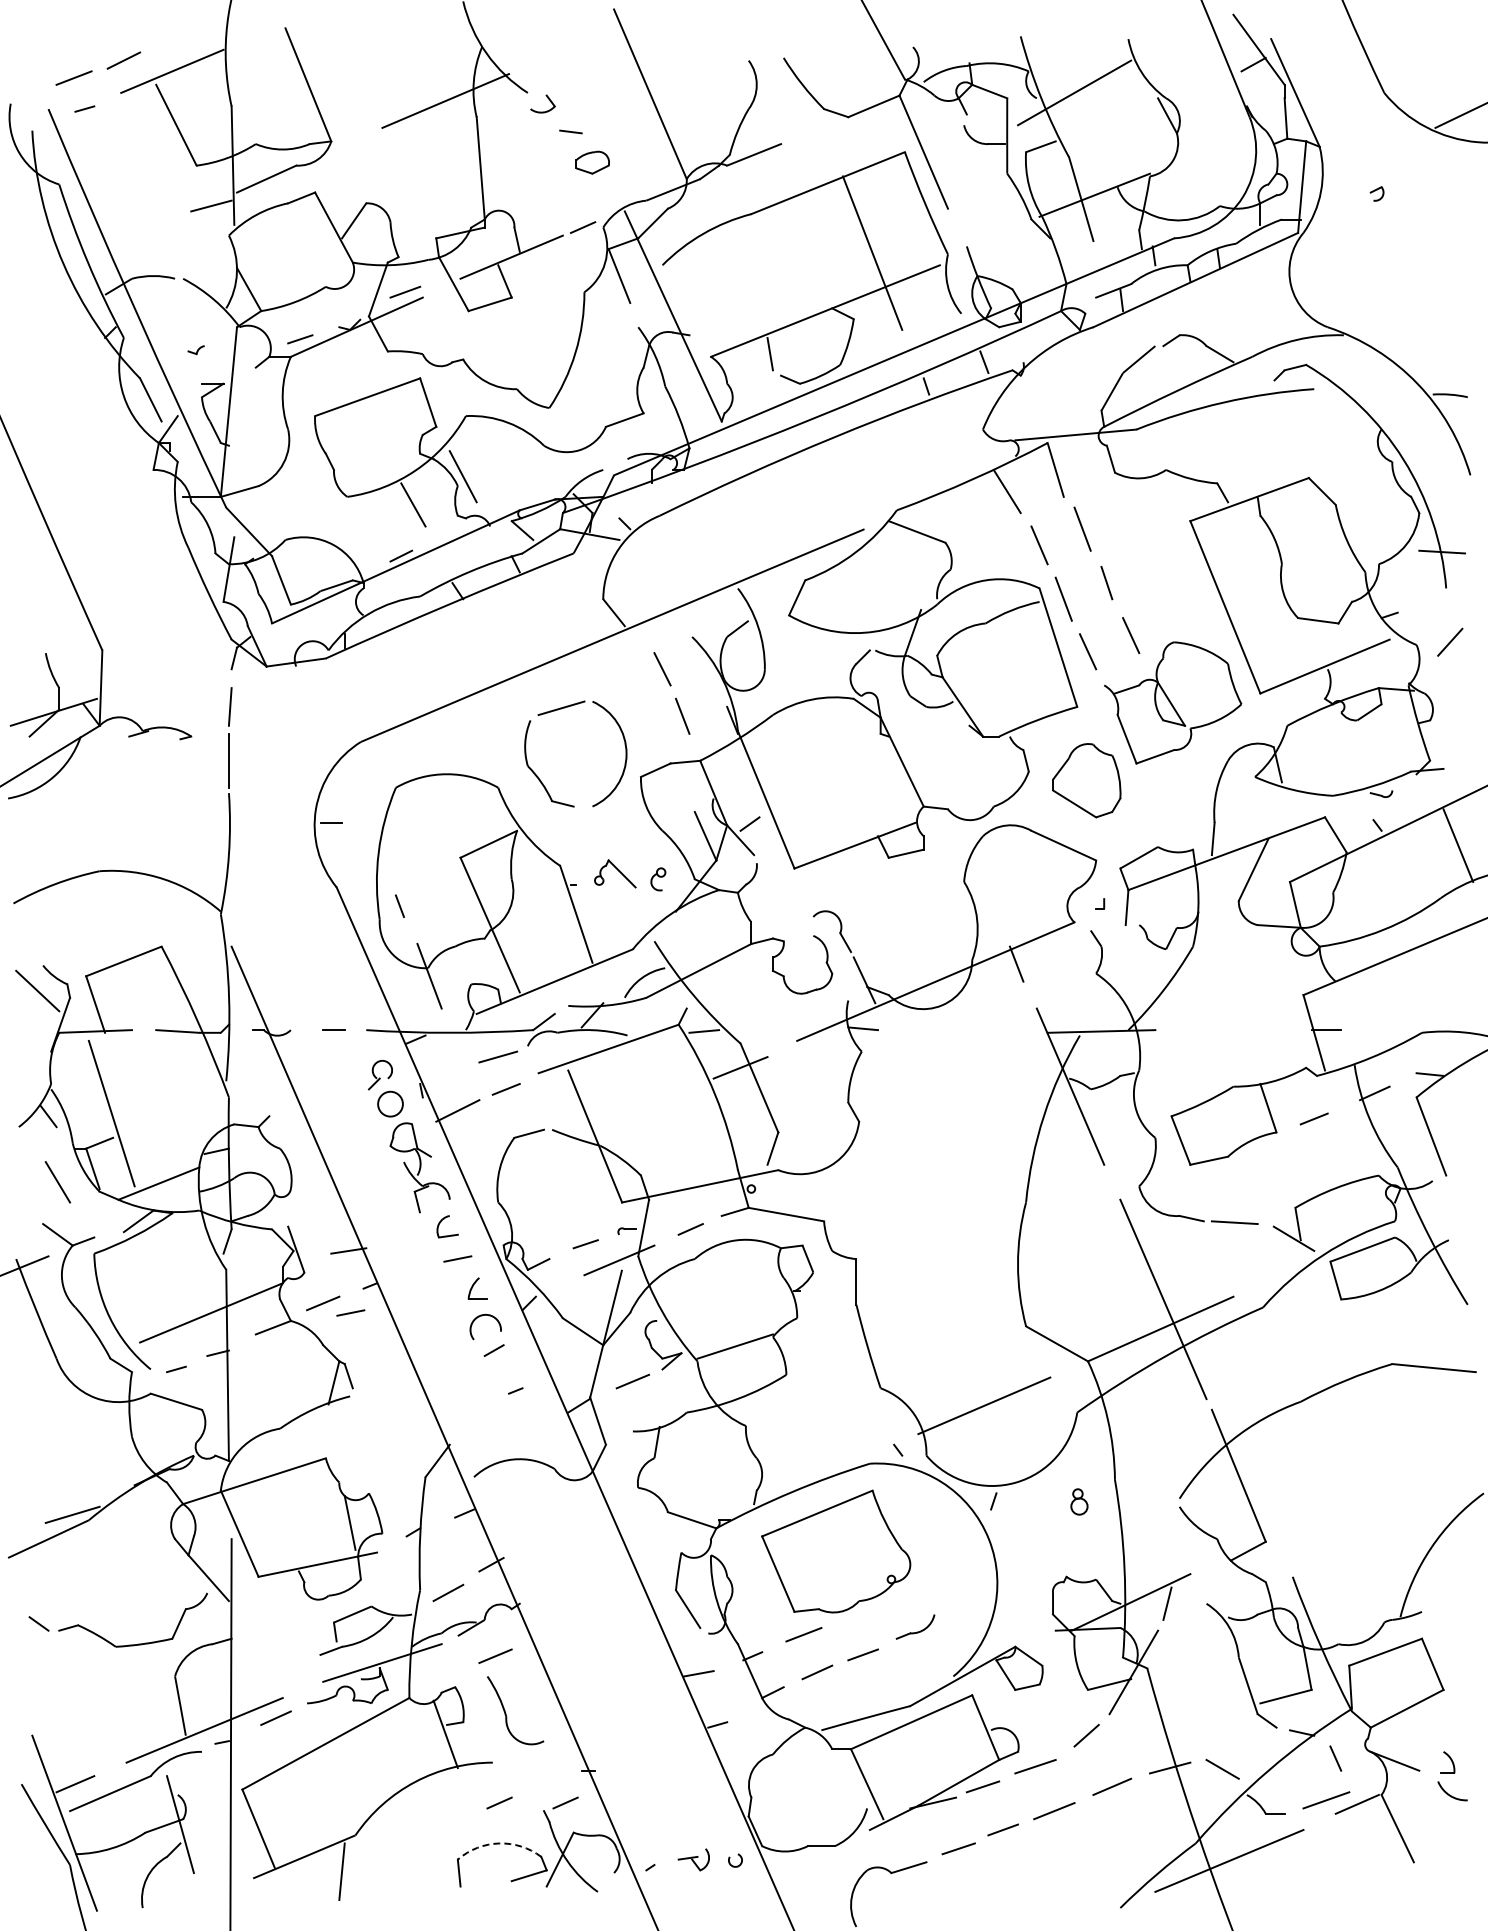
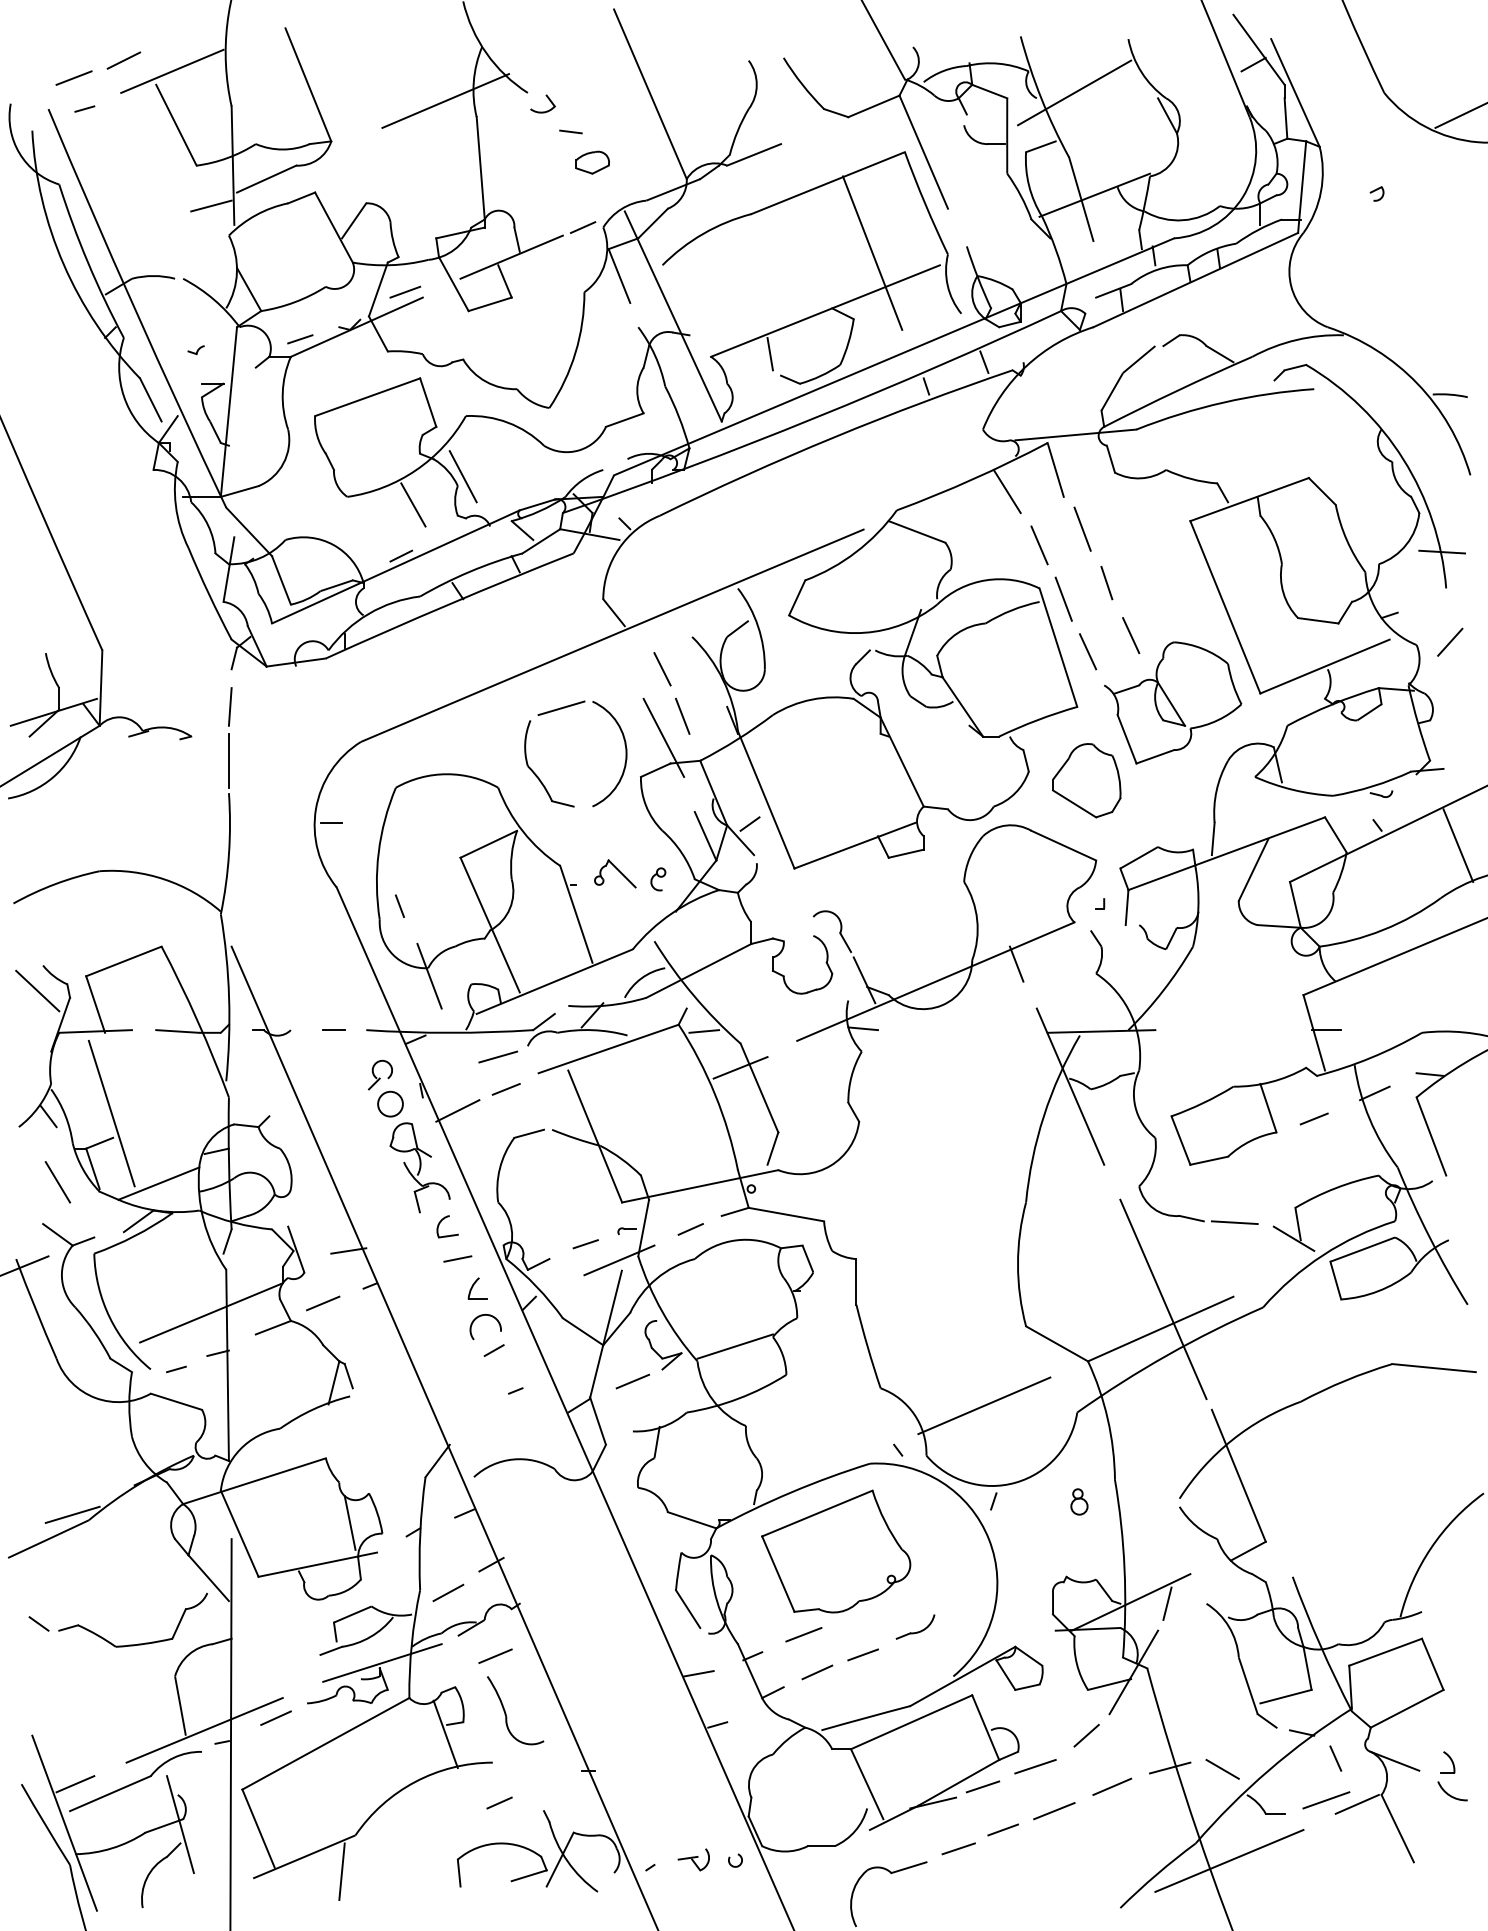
line at (663, 737): none -> present
line at (350, 1312): present -> none
line at (565, 1802): present -> none
arc at (499, 1843): dashed -> solid
